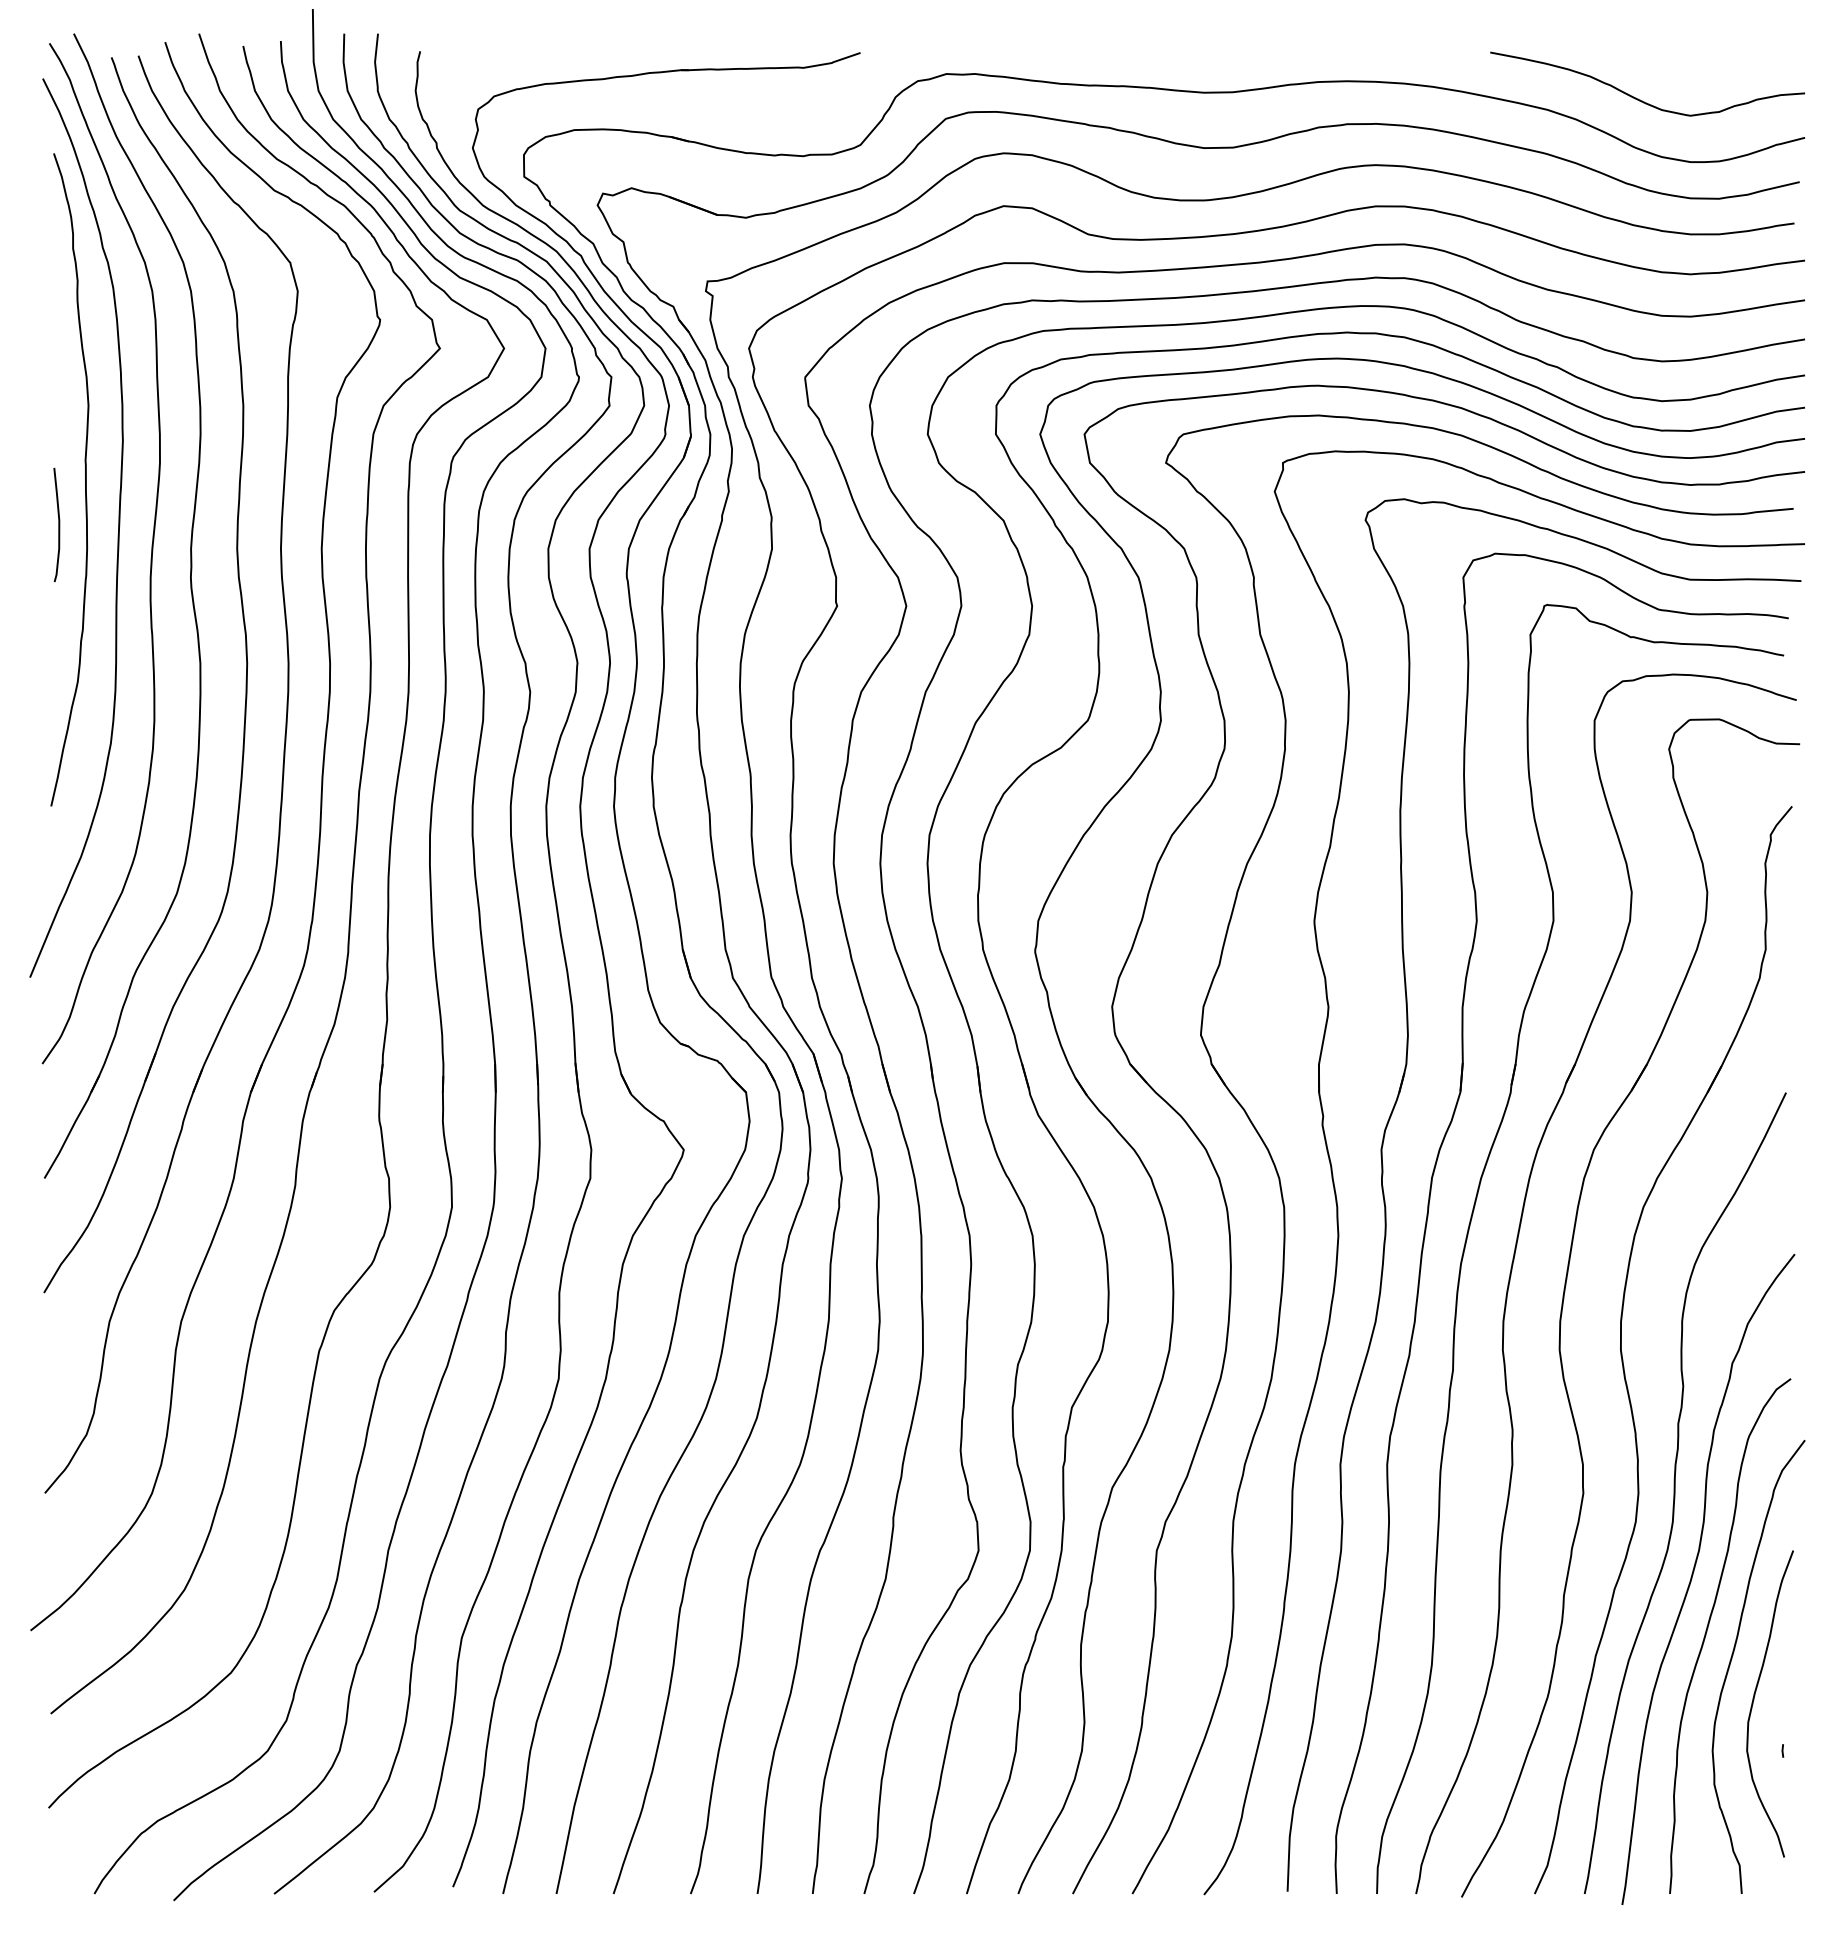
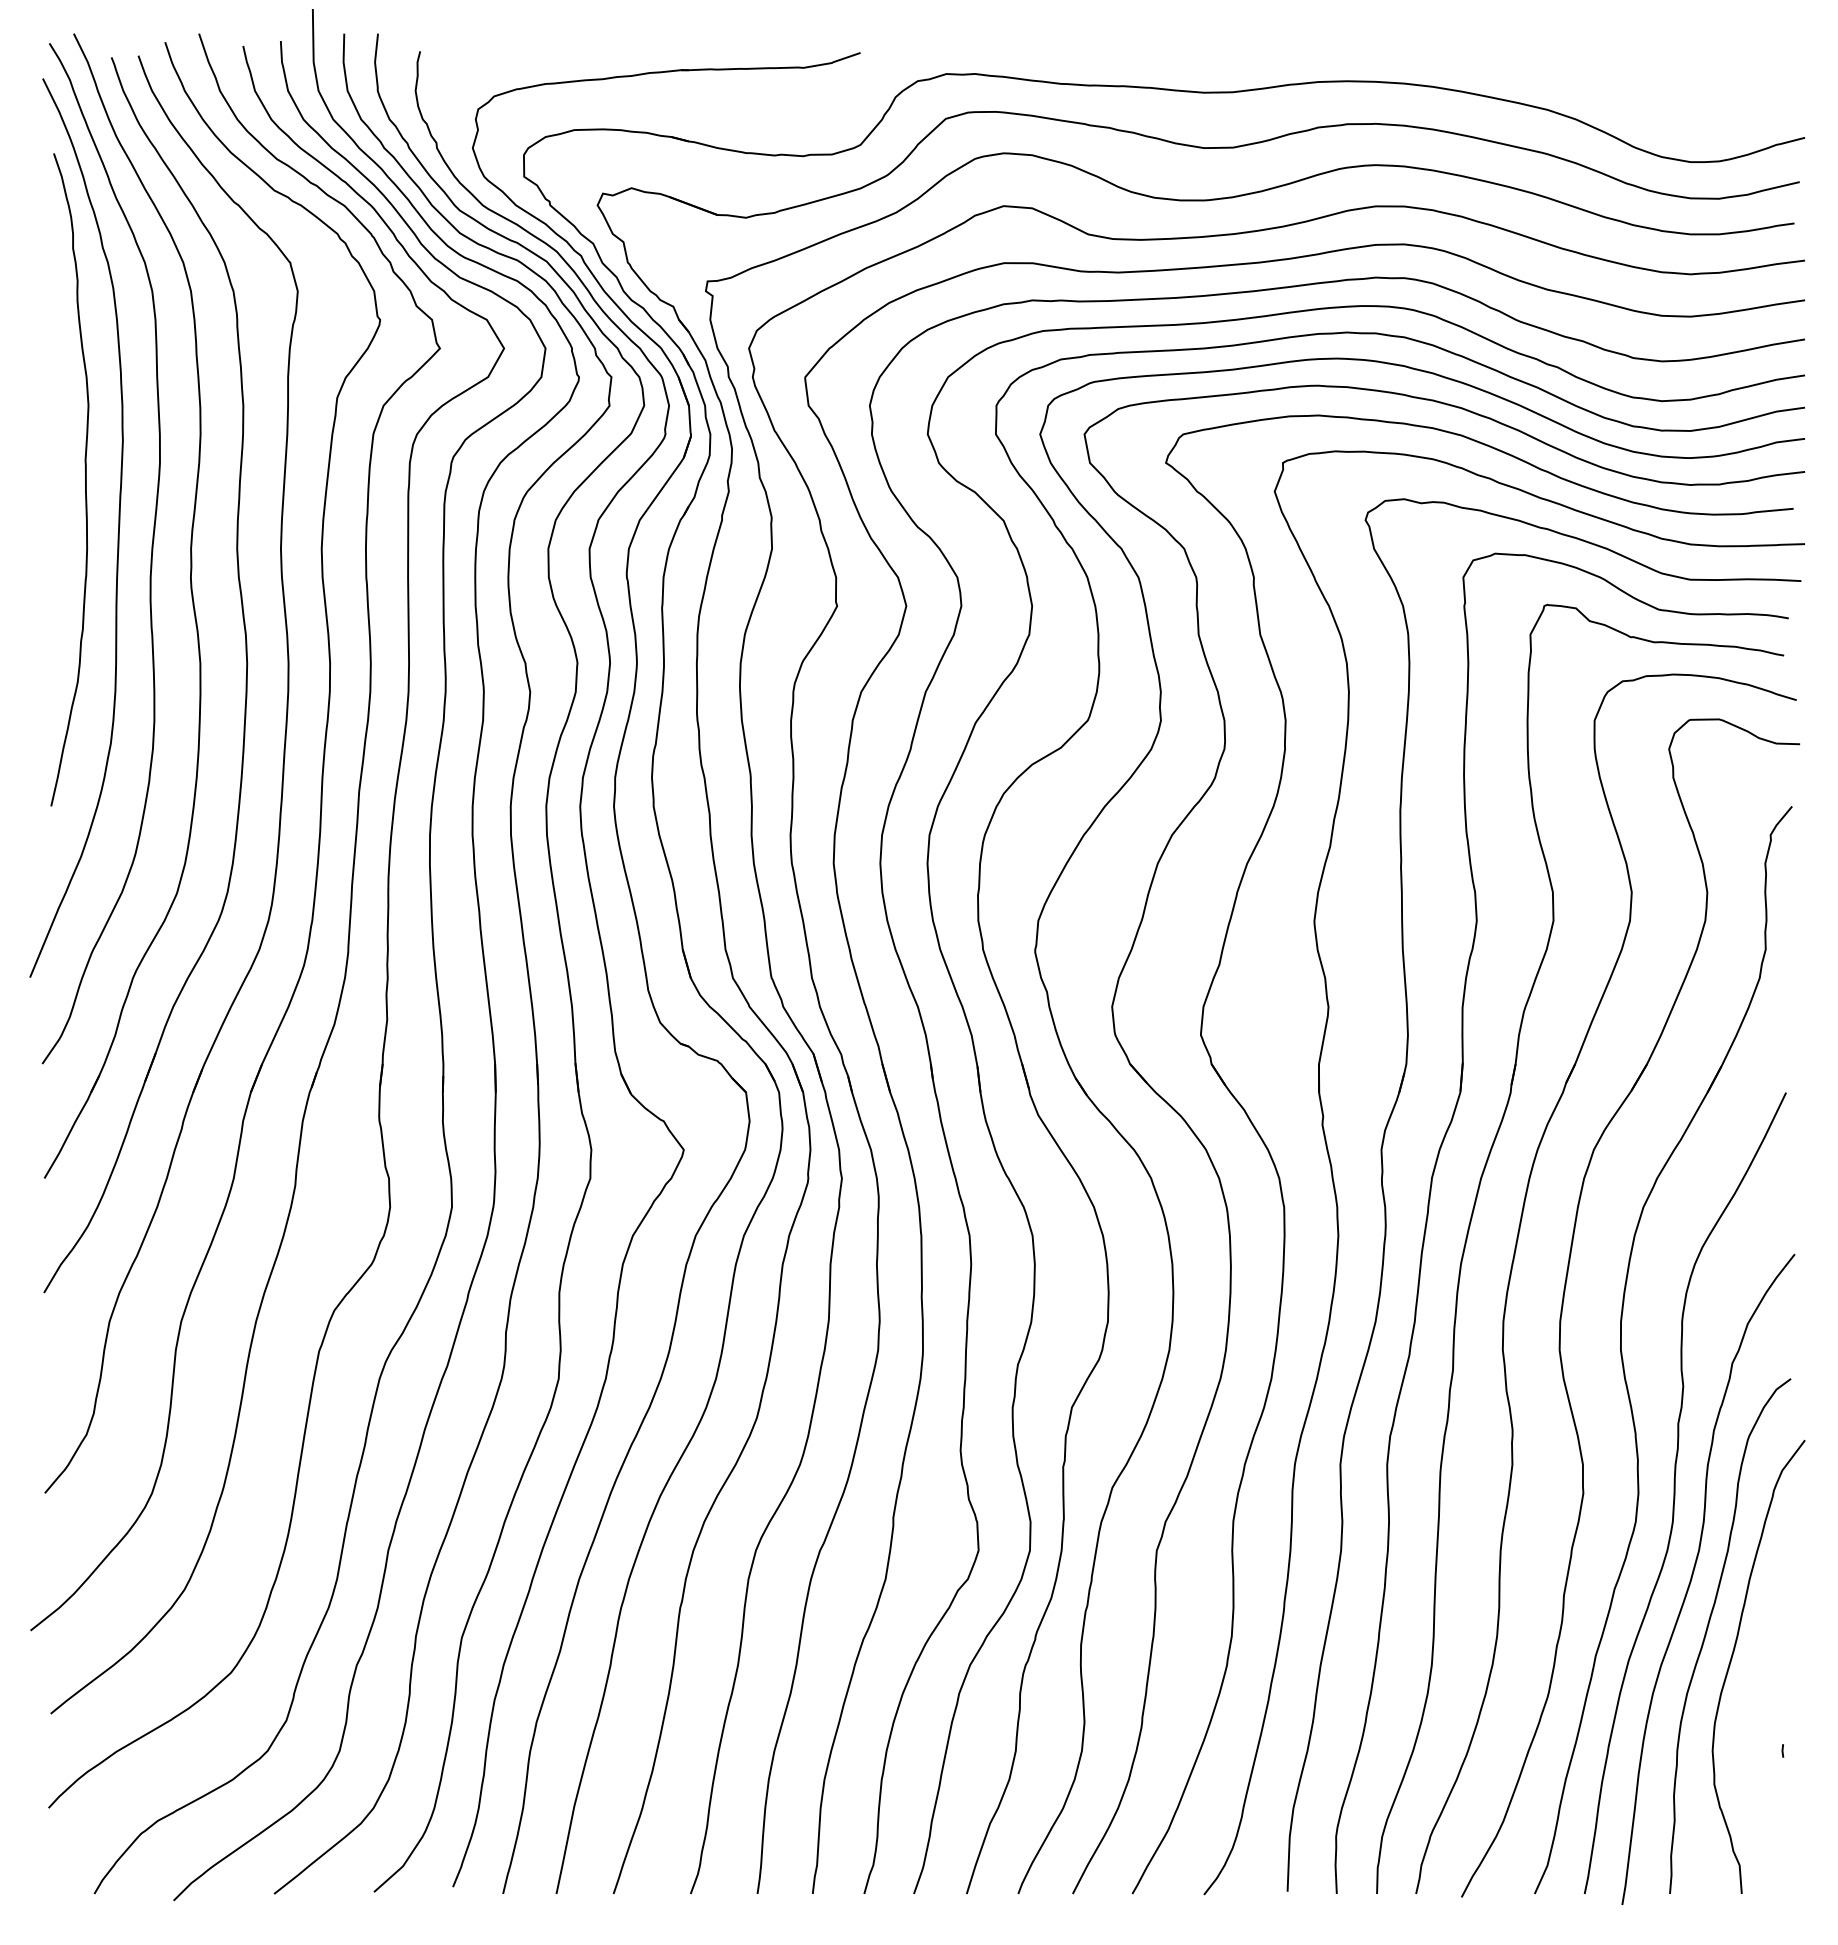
curve at (1640, 99): present -> none
curve at (58, 524): present -> none
curve at (1754, 1700): present -> none
